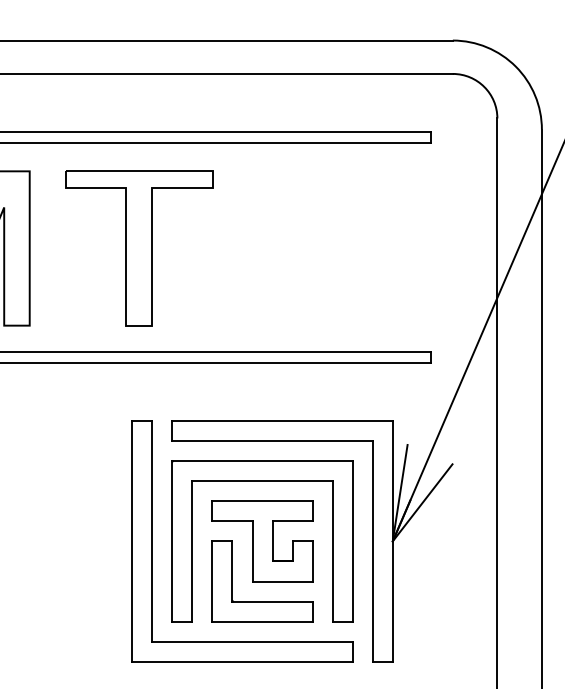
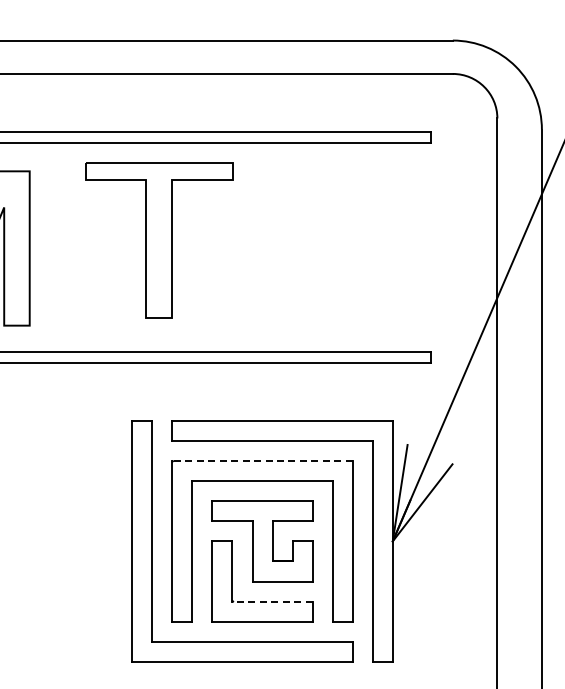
part at (139, 248) position: (139, 248) -> (159, 240)
line at (262, 461): solid -> dashed
line at (272, 601): solid -> dashed
